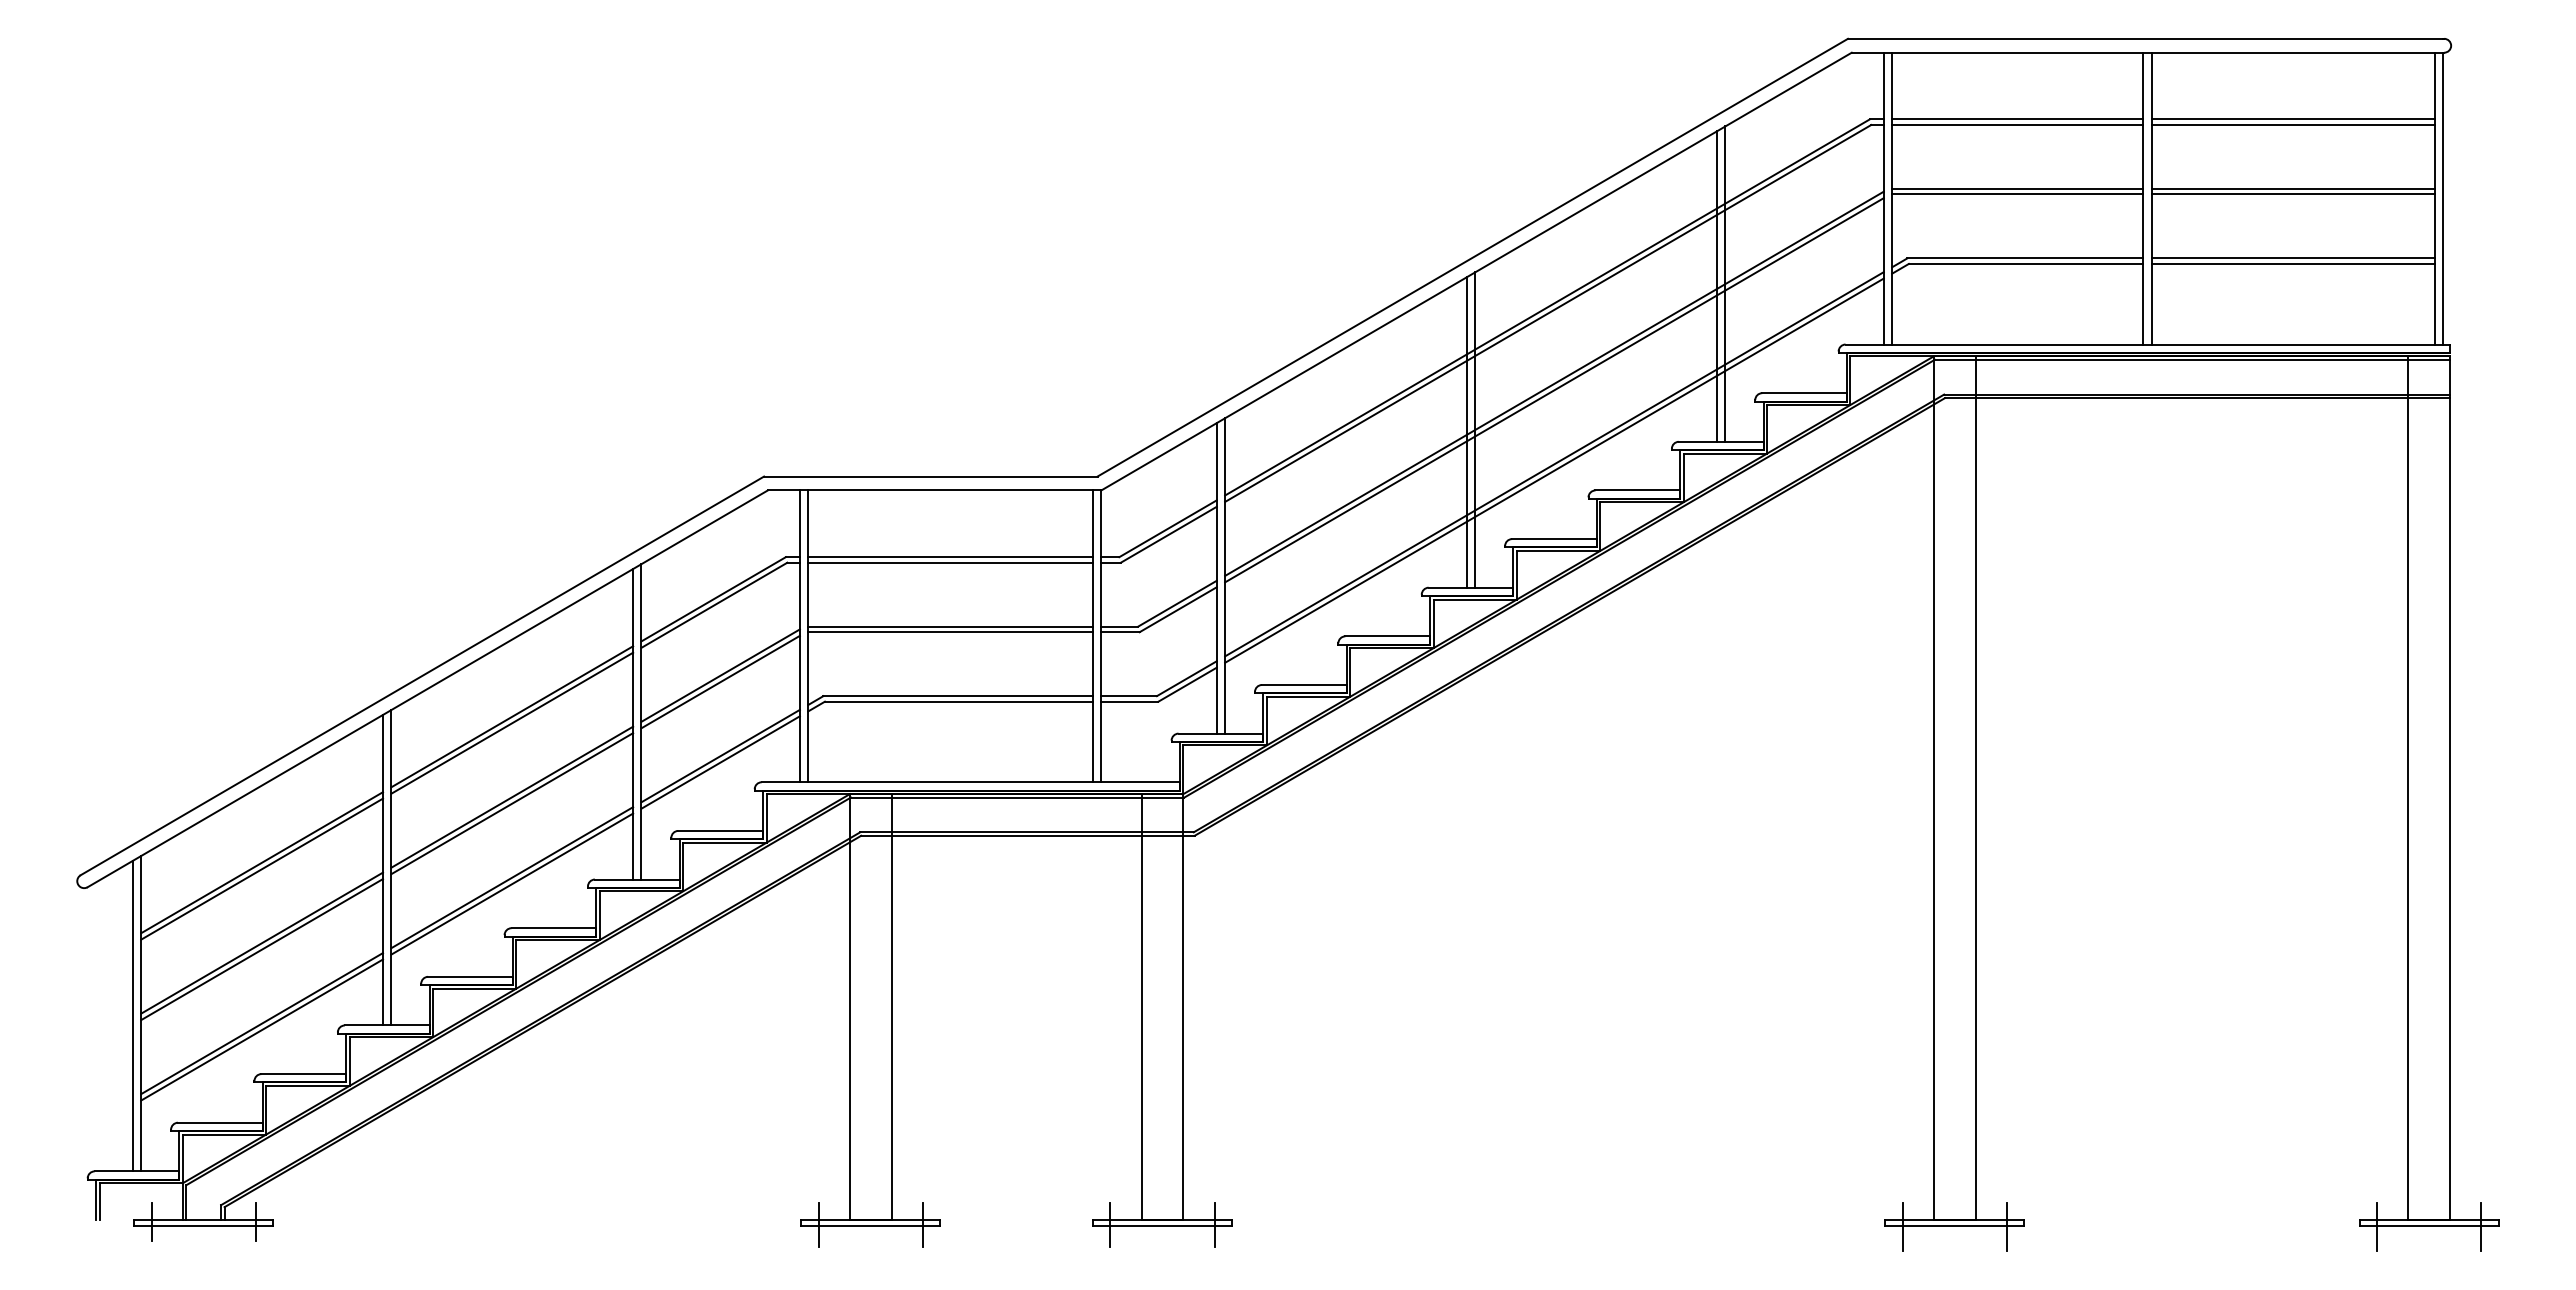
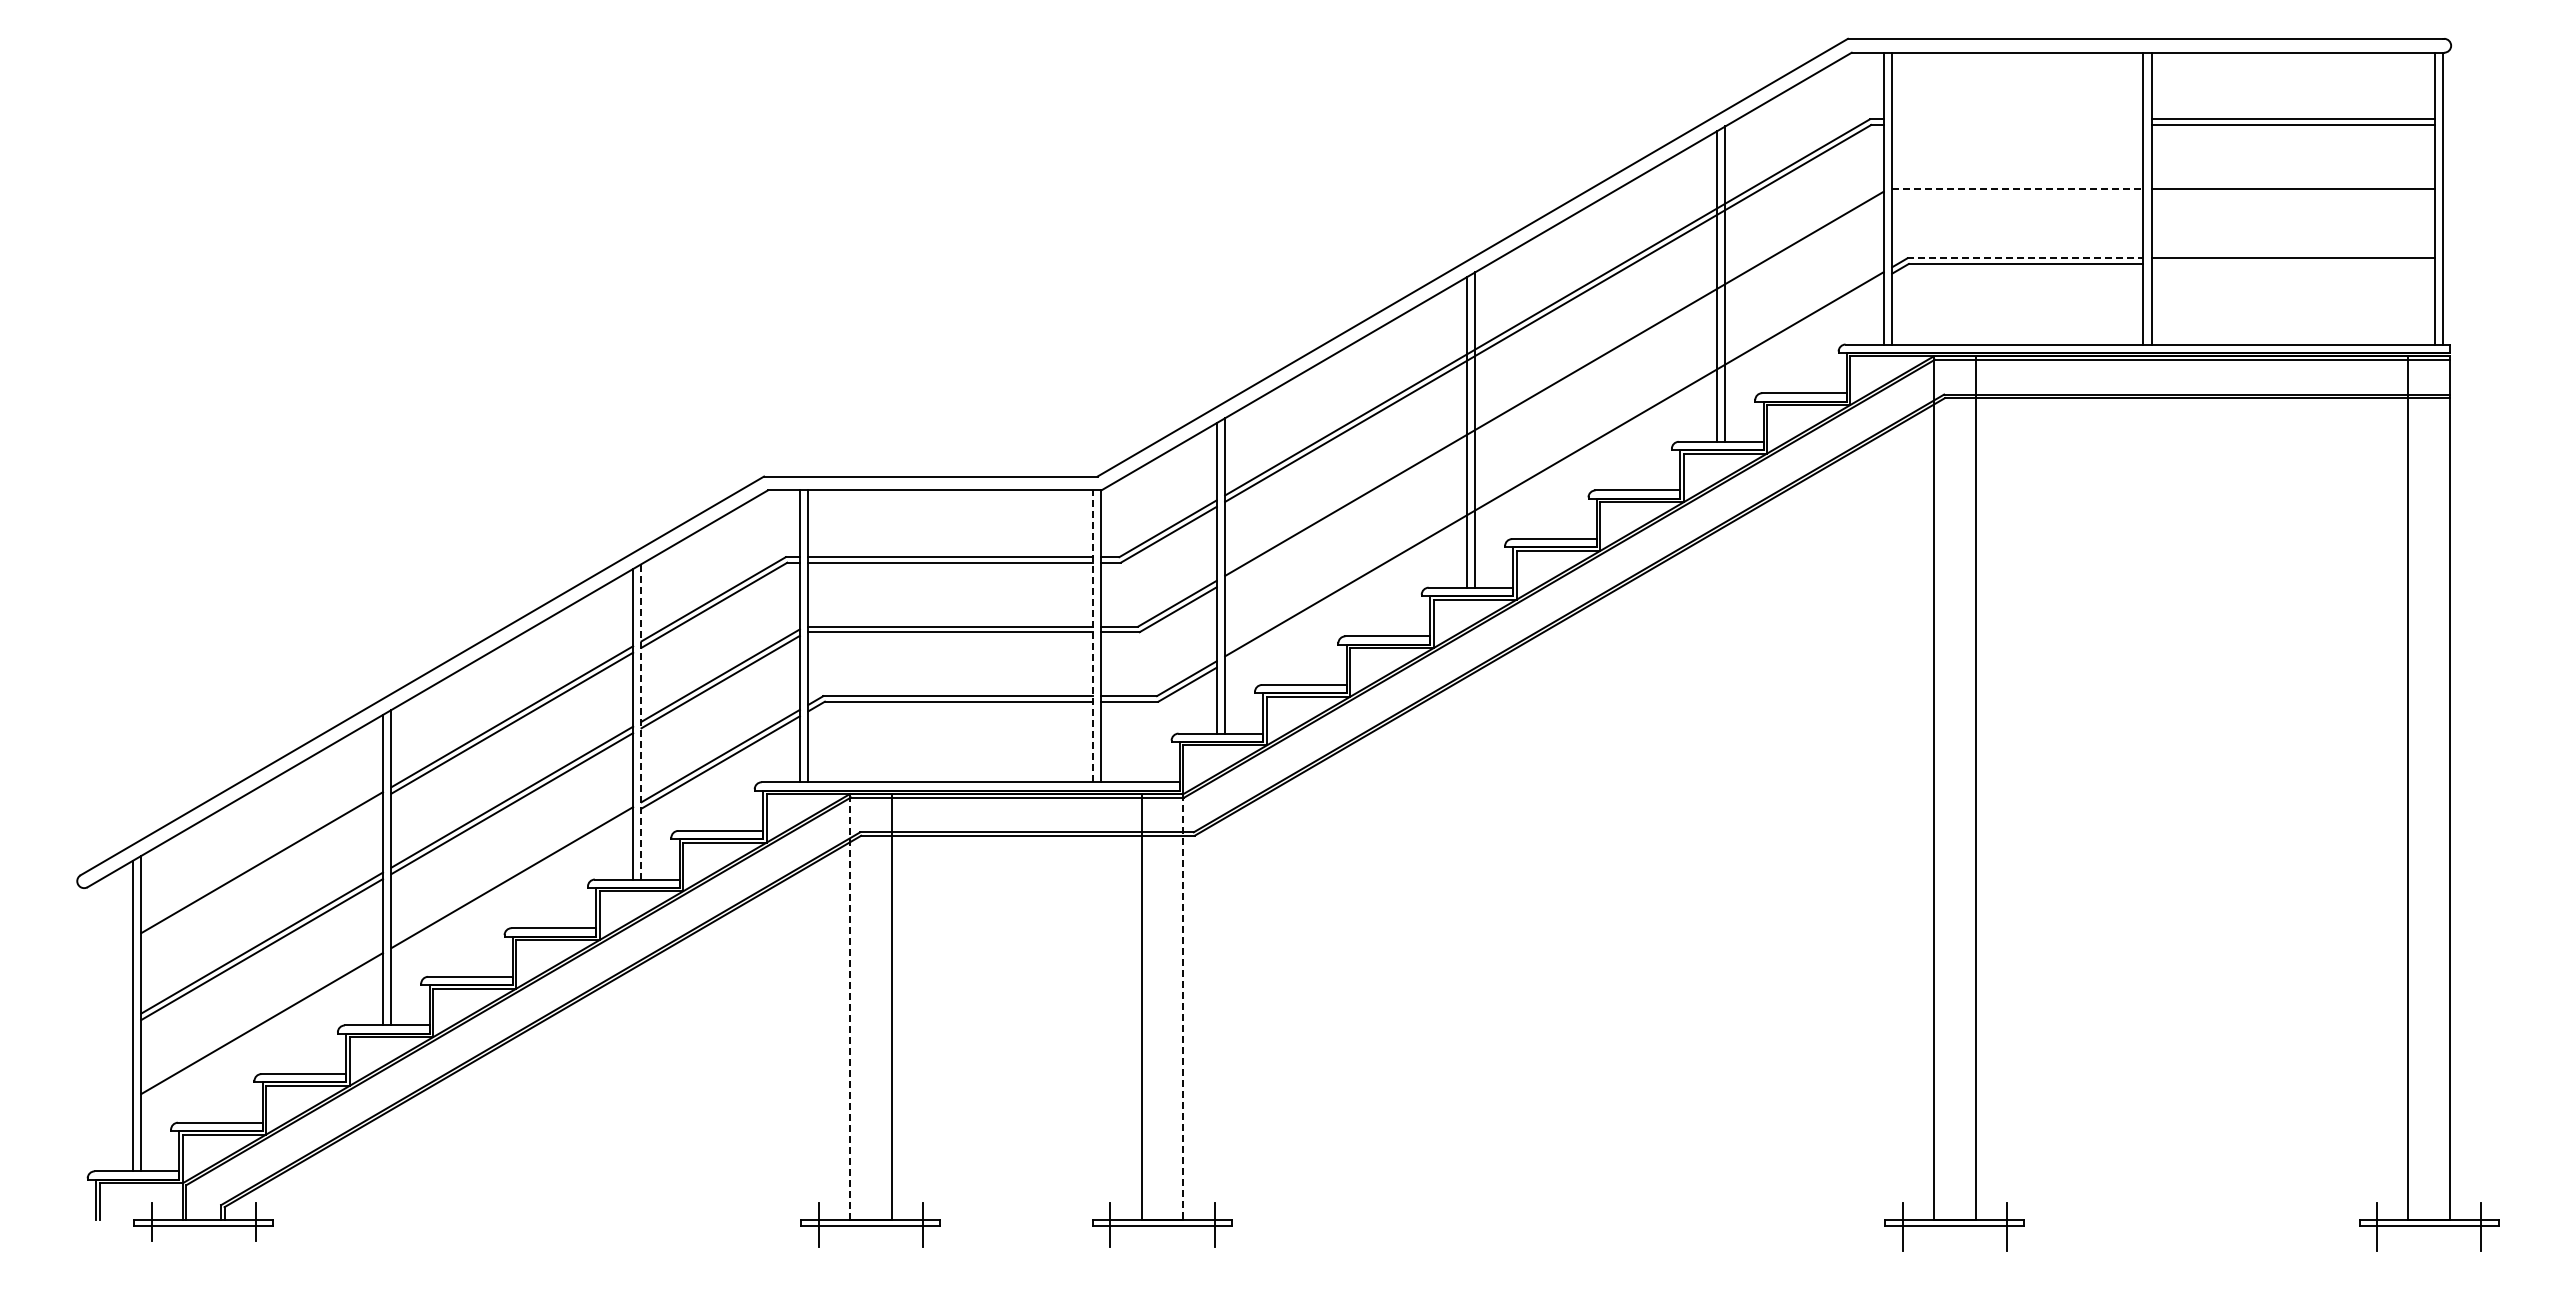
line at (2017, 119): present -> none
line at (2017, 124): present -> none
line at (2017, 188): solid -> dashed
line at (2017, 194): present -> none
line at (2292, 194): present -> none
line at (2025, 258): solid -> dashed
line at (2292, 263): present -> none
line at (1554, 390): present -> none
line at (1554, 470): present -> none
line at (1093, 636): solid -> dashed
line at (641, 721): solid -> dashed
line at (262, 868): present -> none
line at (512, 883): present -> none
line at (849, 1007): solid -> dashed
line at (1183, 1007): solid -> dashed
line at (262, 1029): present -> none
